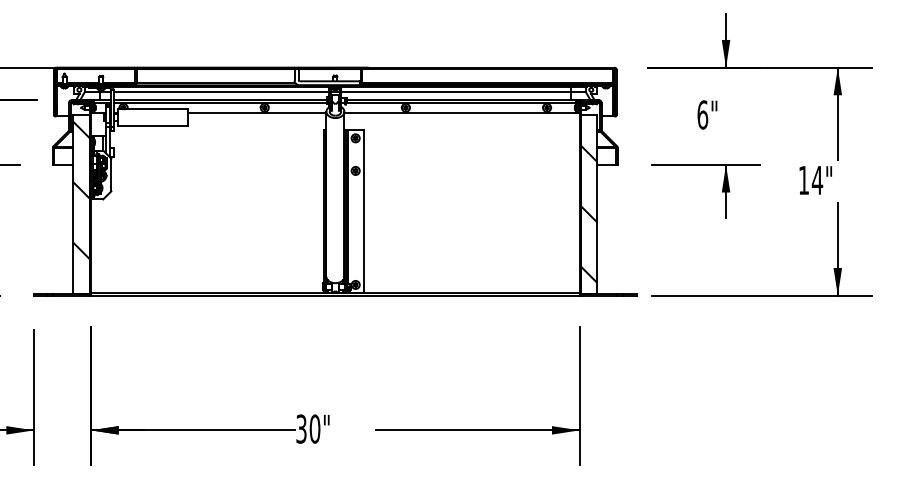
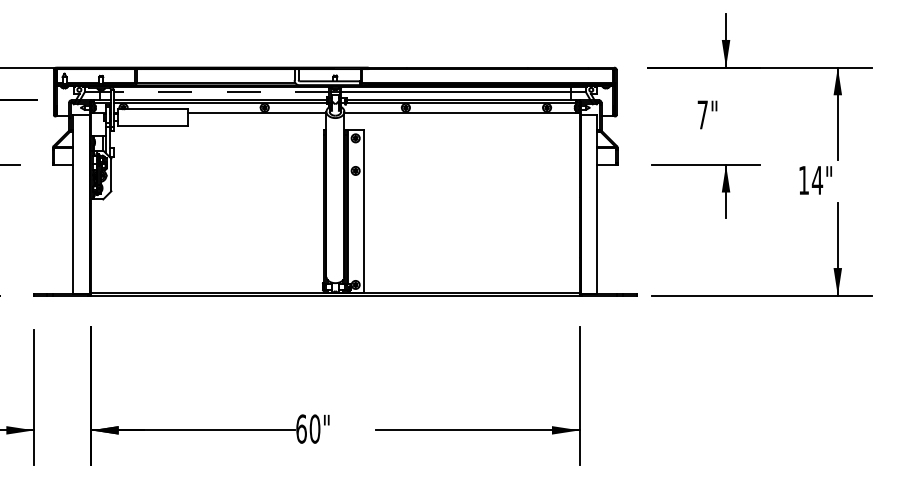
line at (221, 92): solid -> dashed
text at (702, 114): 6" -> 7"
hatch at (81, 189): present -> none
hatch at (589, 214): present -> none
text at (301, 428): 30" -> 60"
